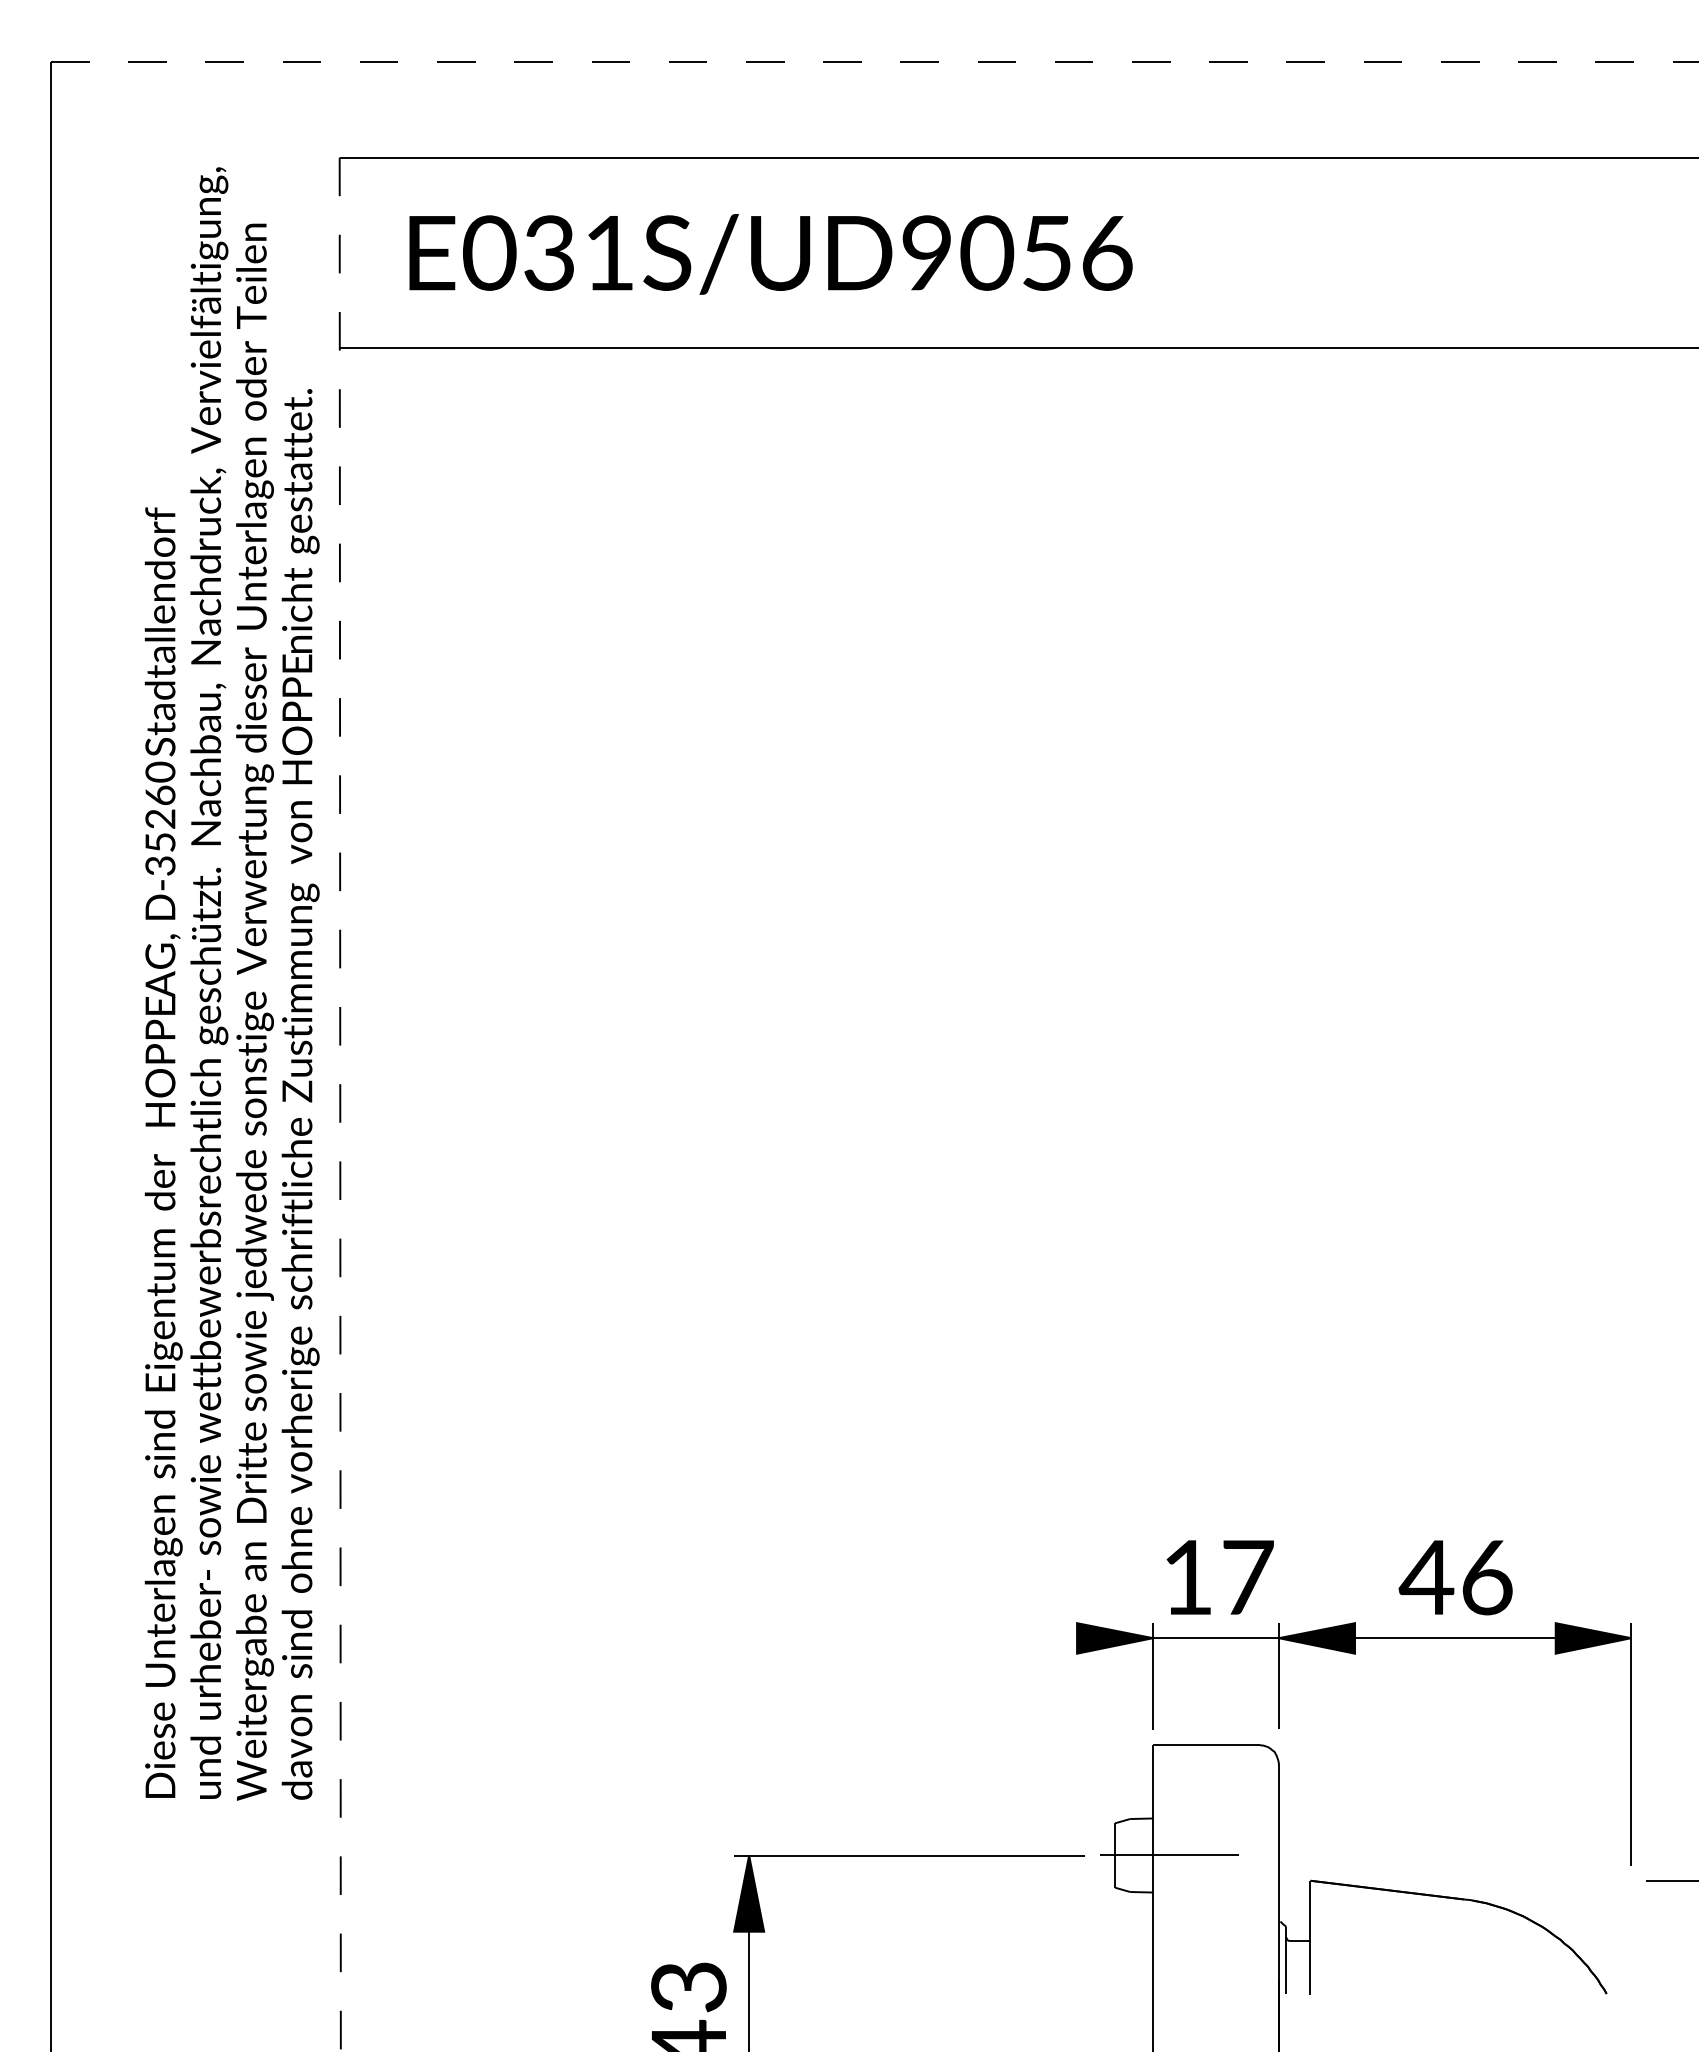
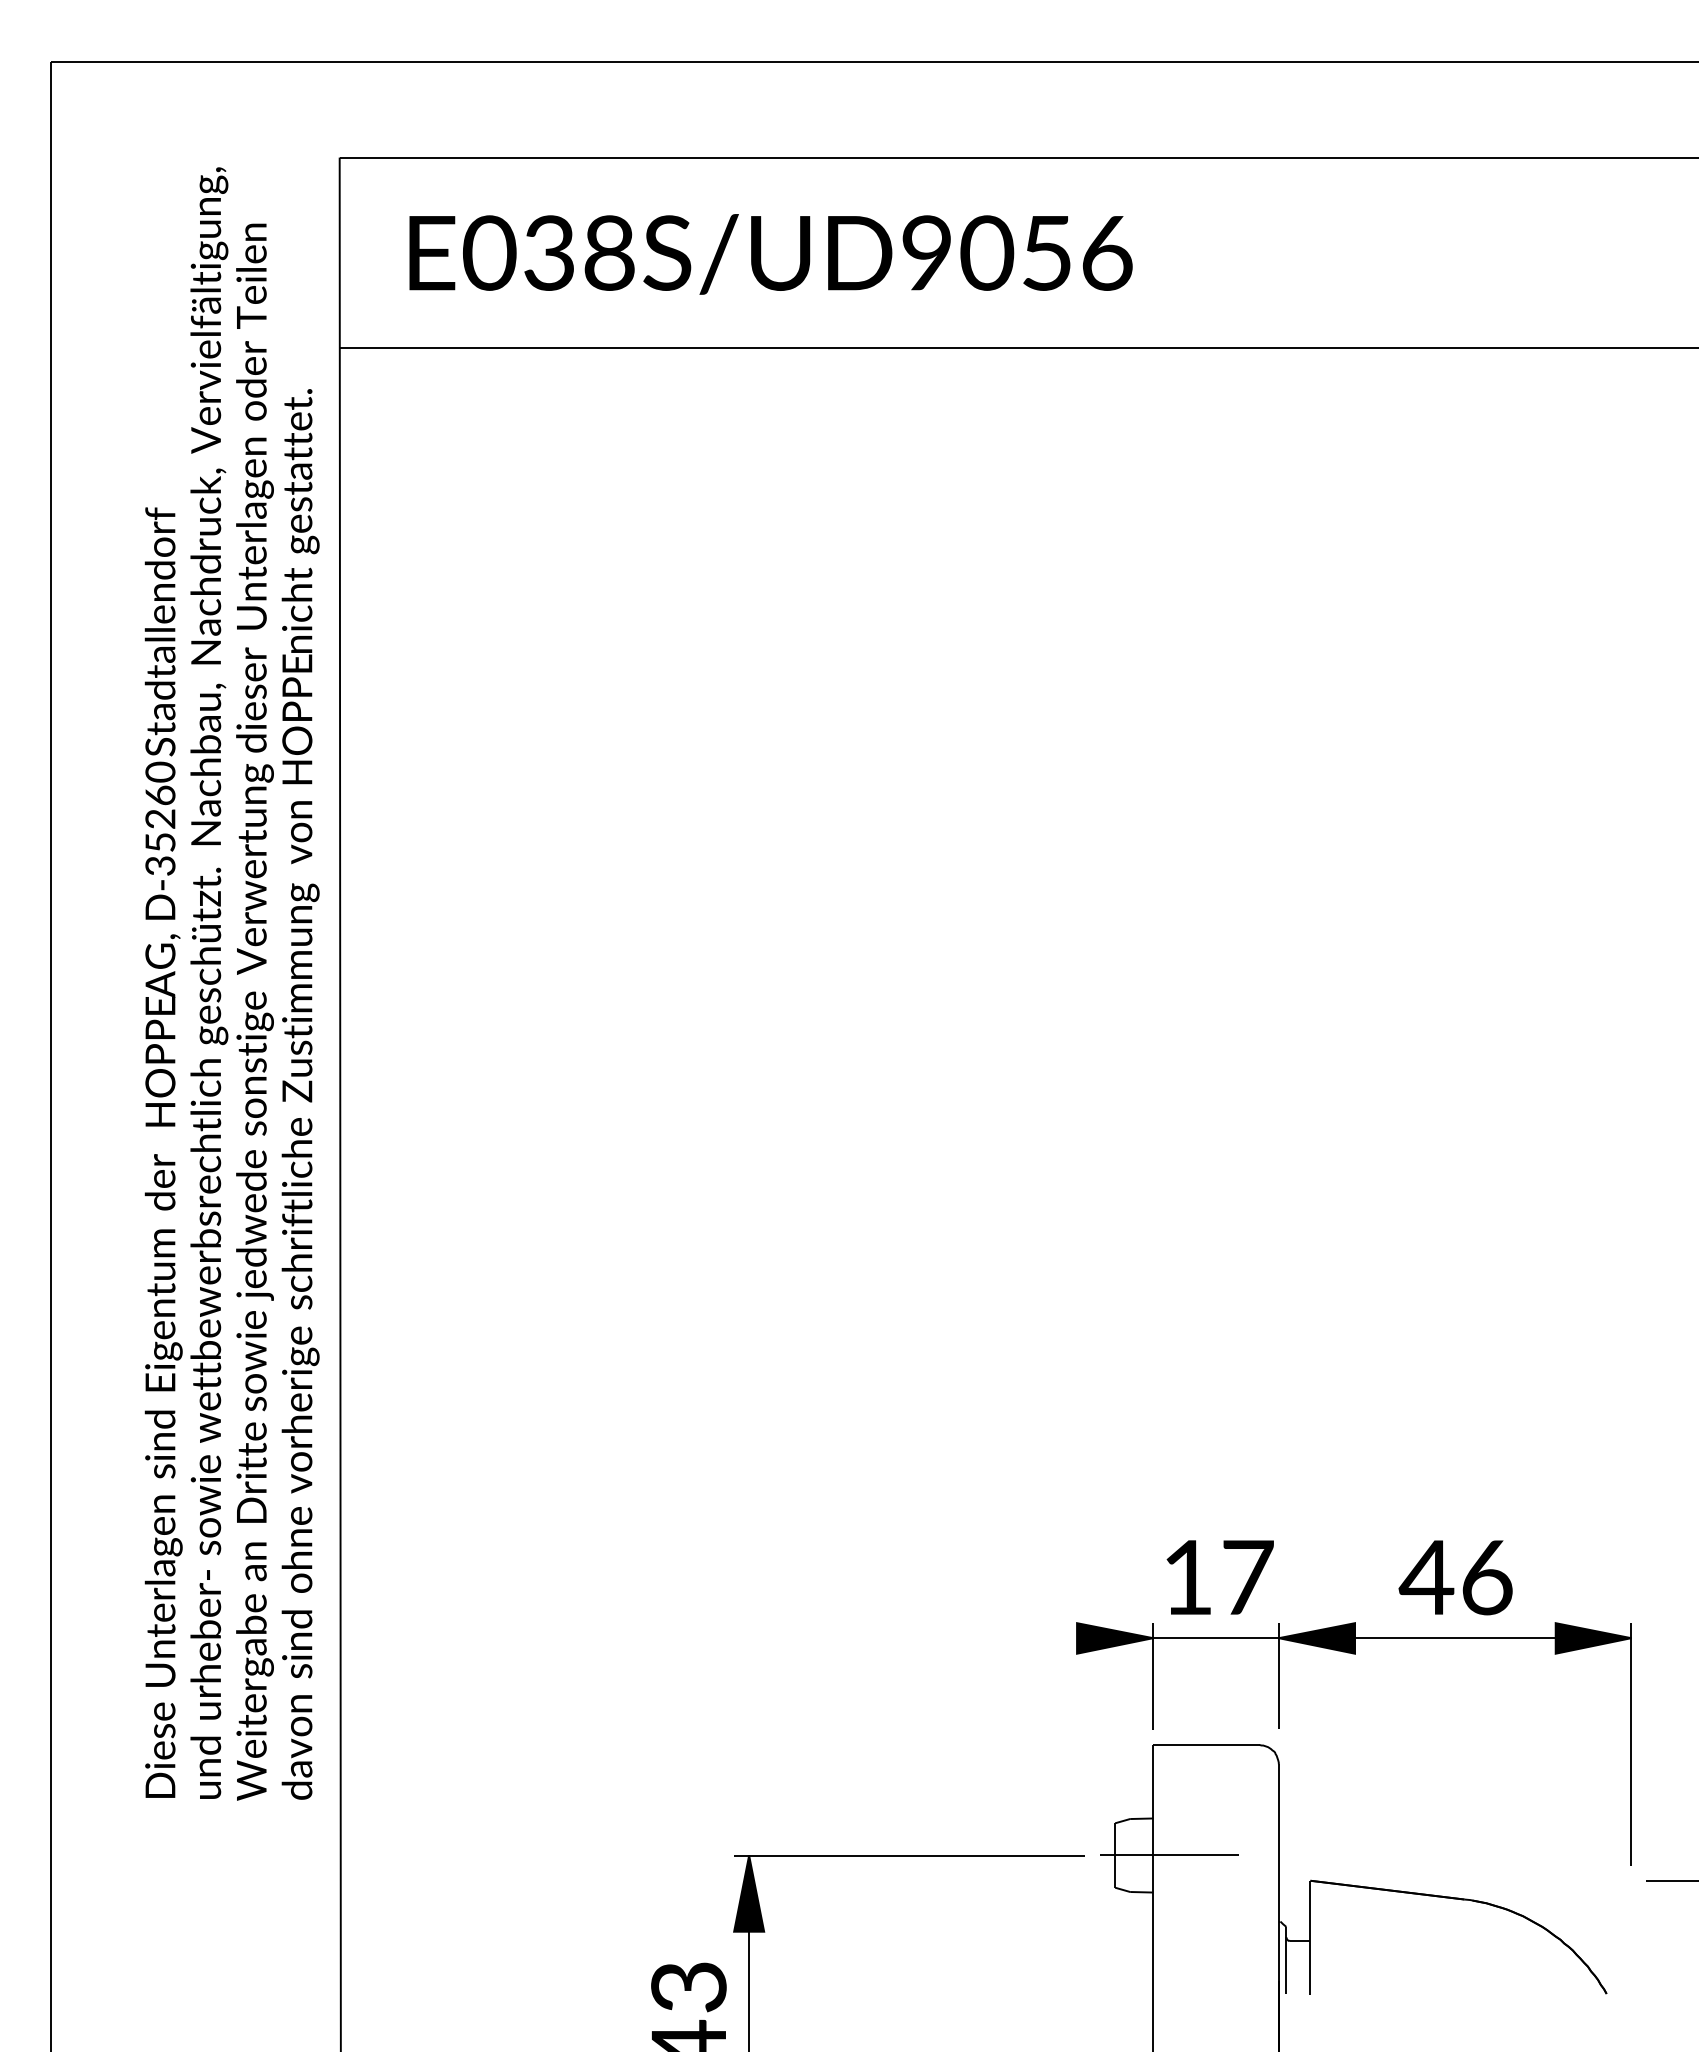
line at (874, 61): dashed -> solid
text at (609, 252): E031S/UD9056 -> E038S/UD9056
line at (340, 1104): dashed -> solid
